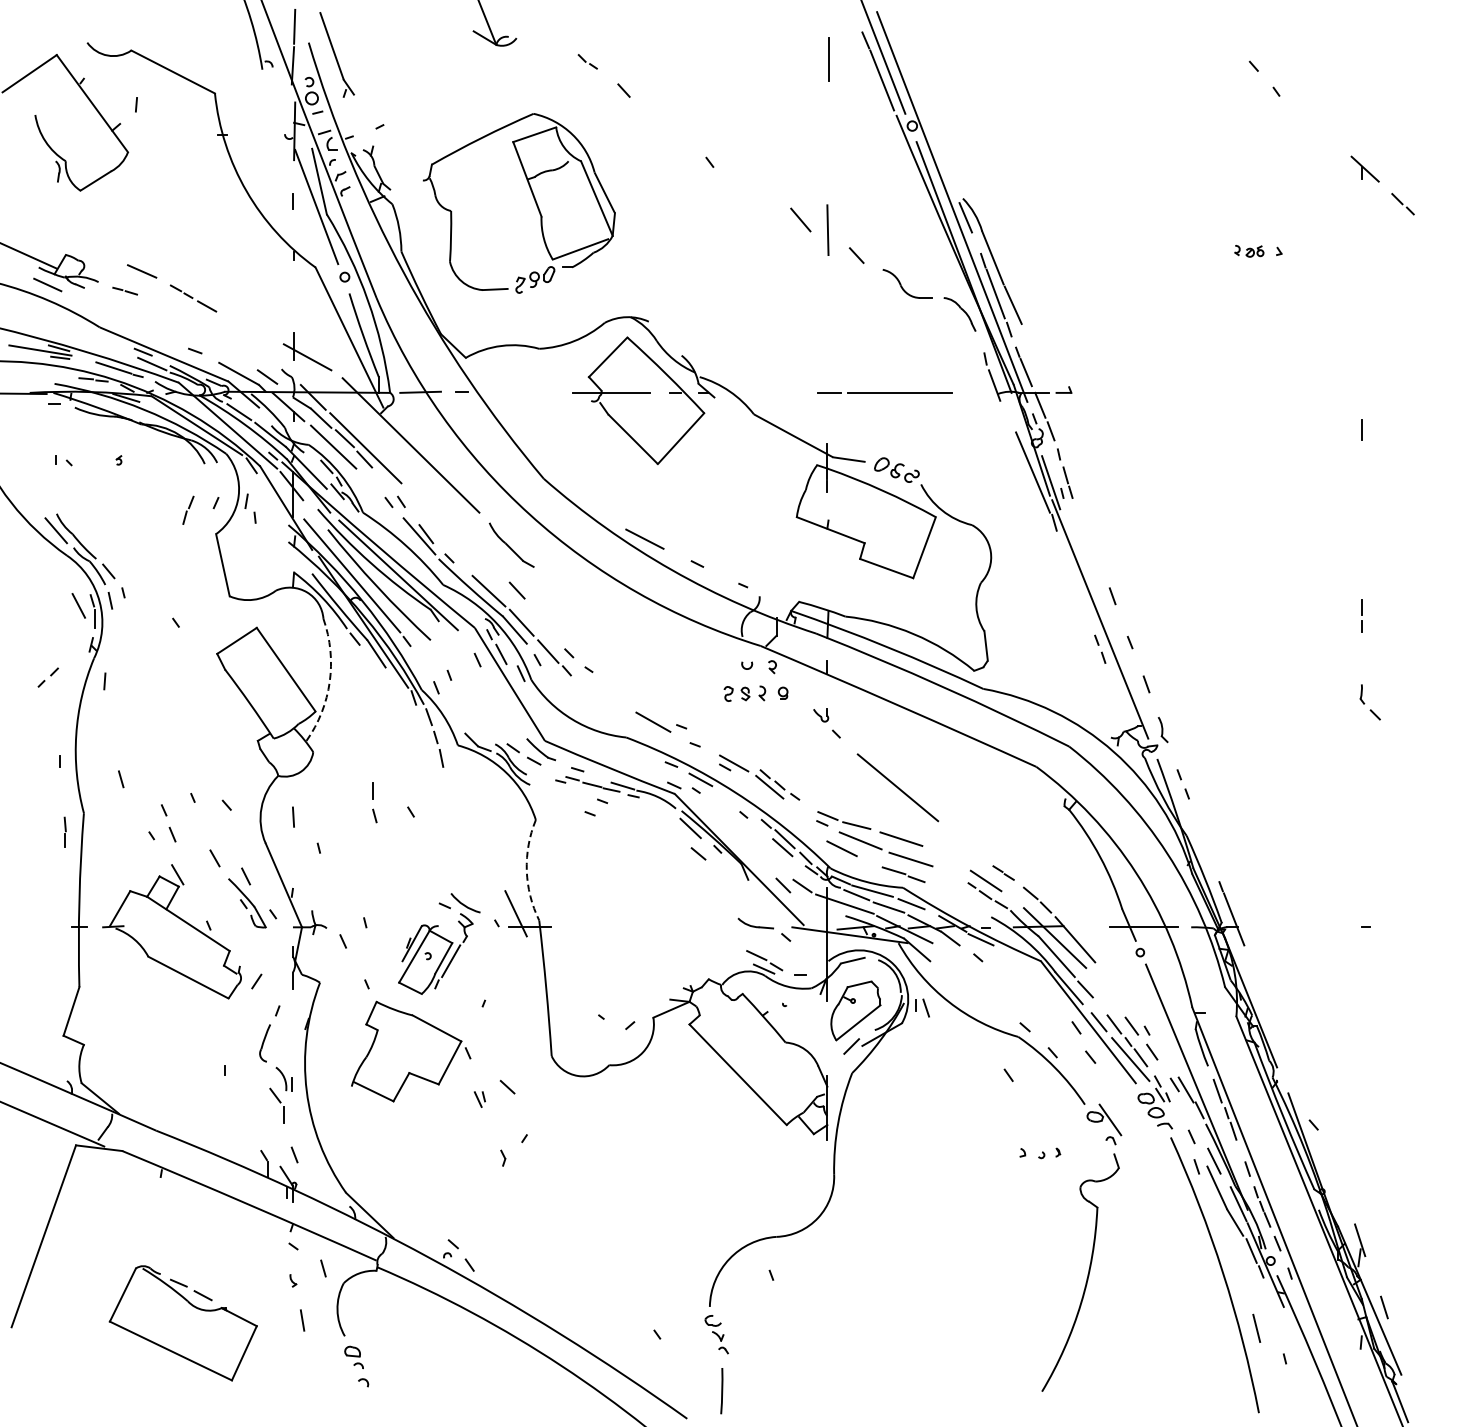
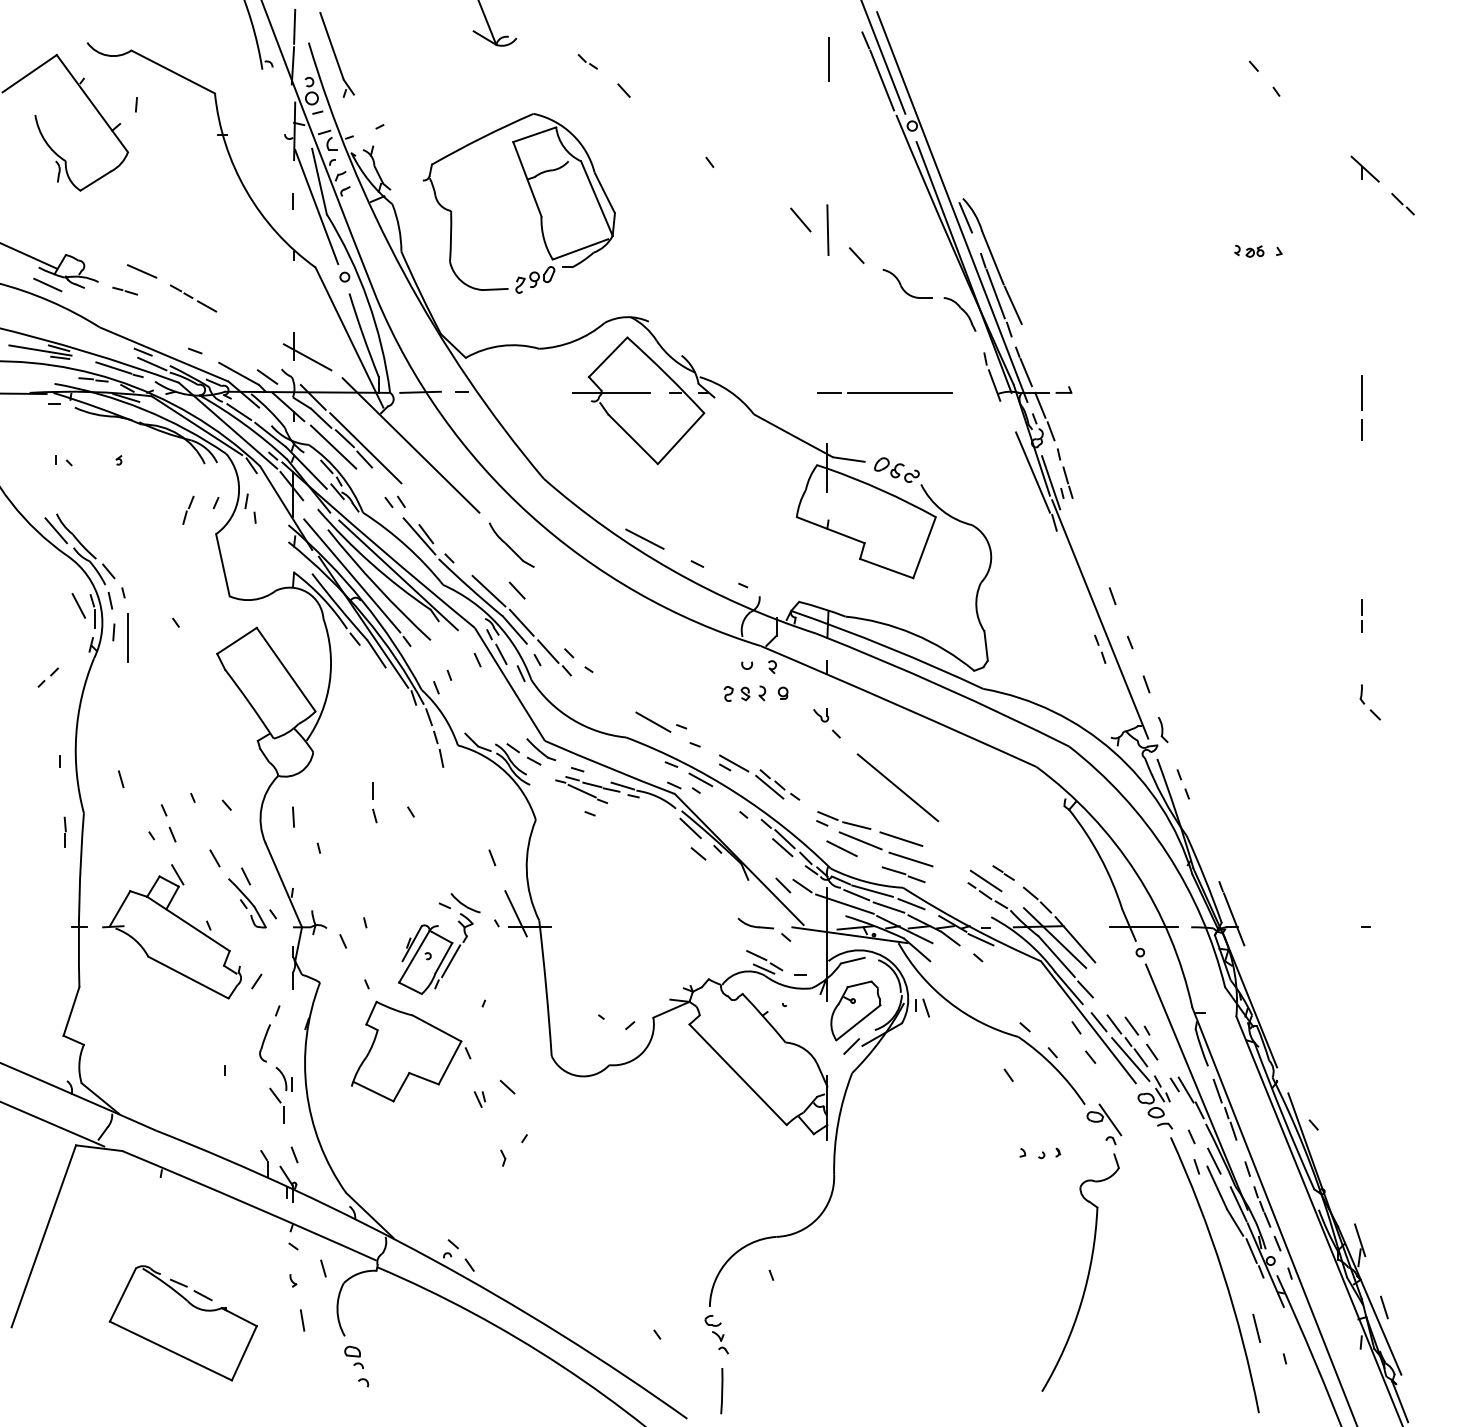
line at (1361, 392): none -> present
line at (128, 637): none -> present
line at (104, 681) position: (104, 681) -> (113, 632)
arc at (329, 681): dashed -> solid
line at (581, 790): none -> present
line at (492, 857): none -> present
arc at (526, 870): dashed -> solid
